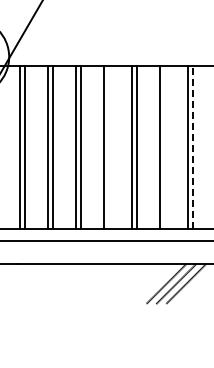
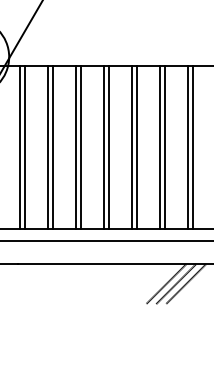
line at (108, 147): none -> present
line at (164, 147): none -> present
line at (192, 147): dashed -> solid
